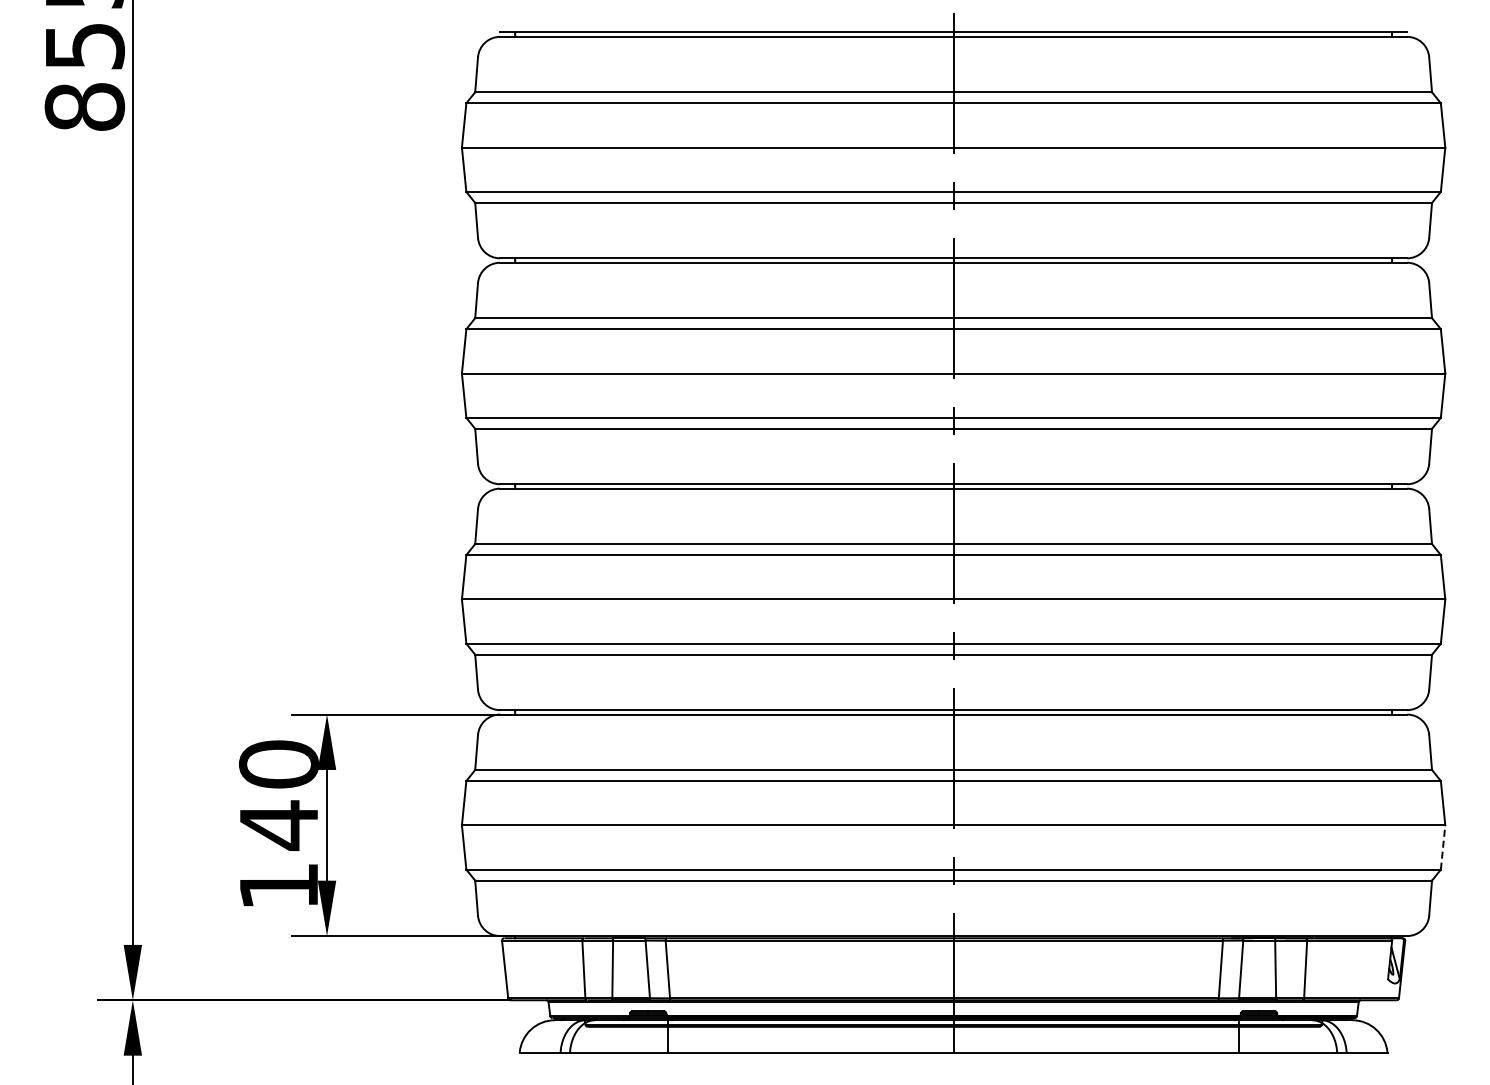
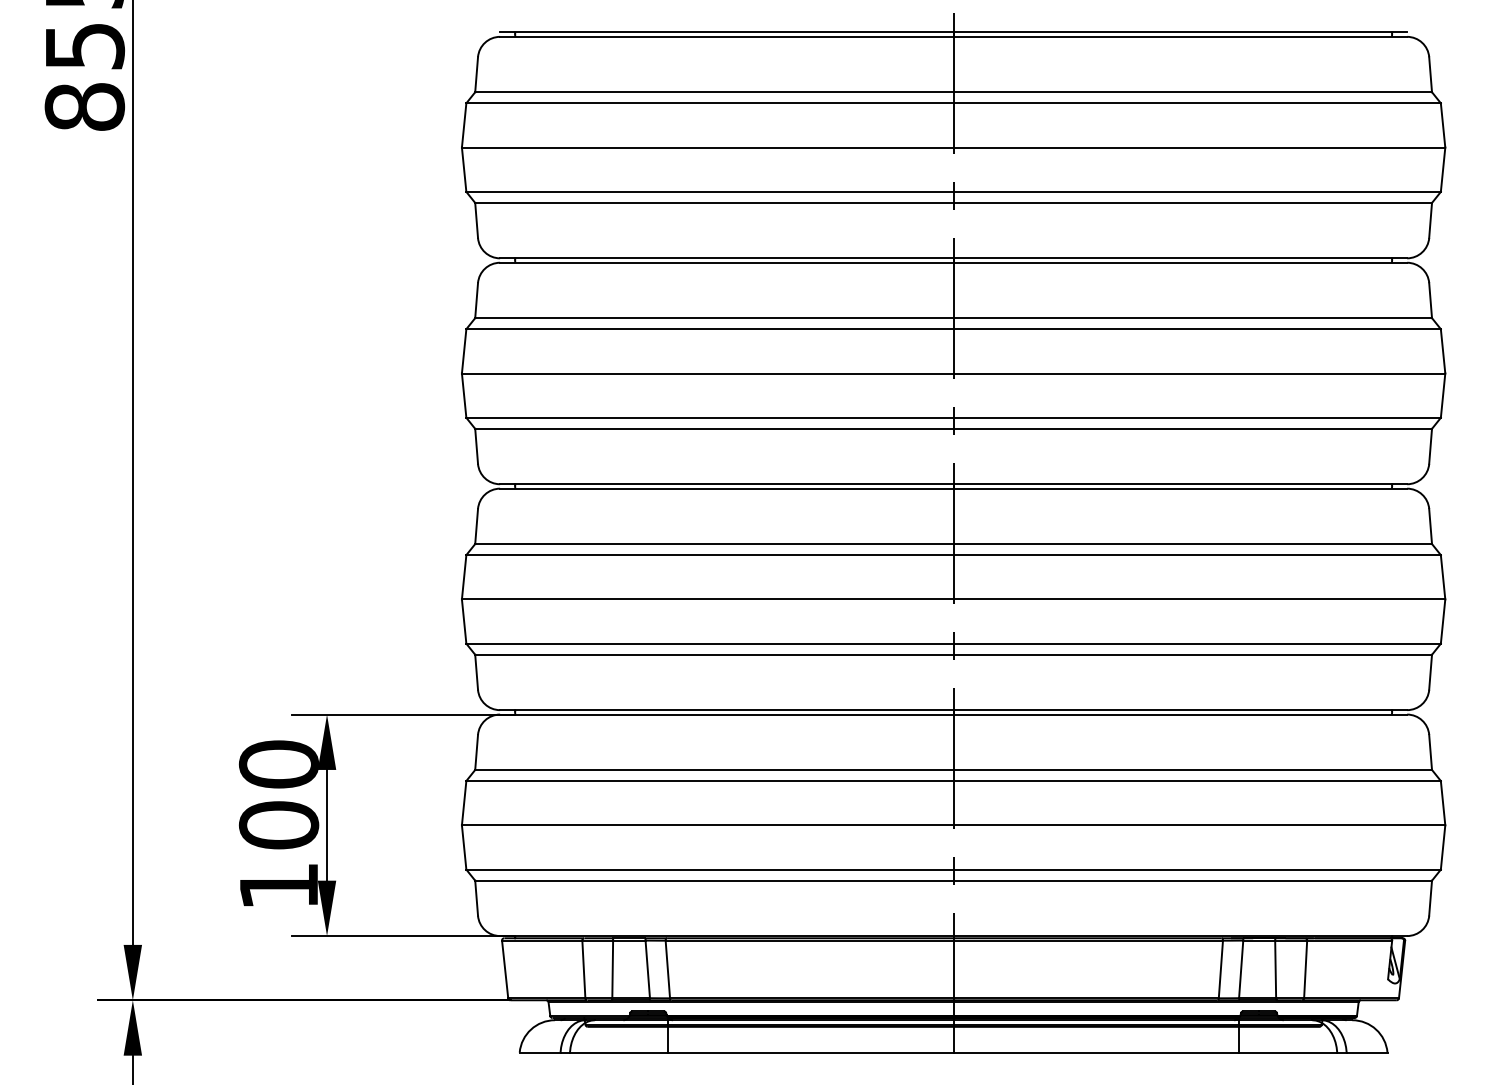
text at (278, 825): 140 -> 100
line at (1443, 846): dashed -> solid
